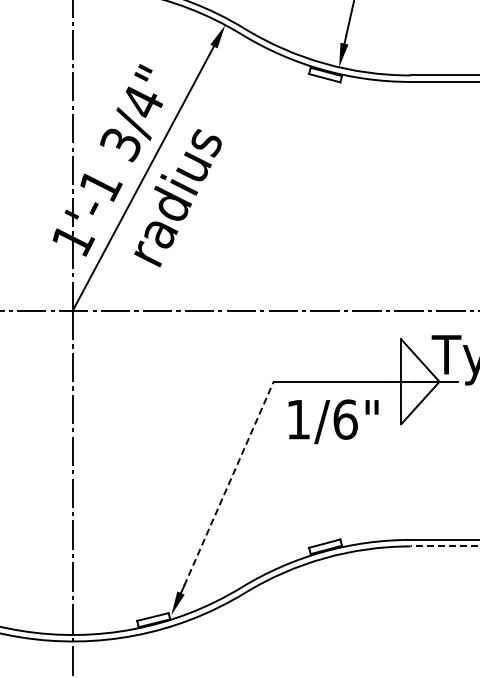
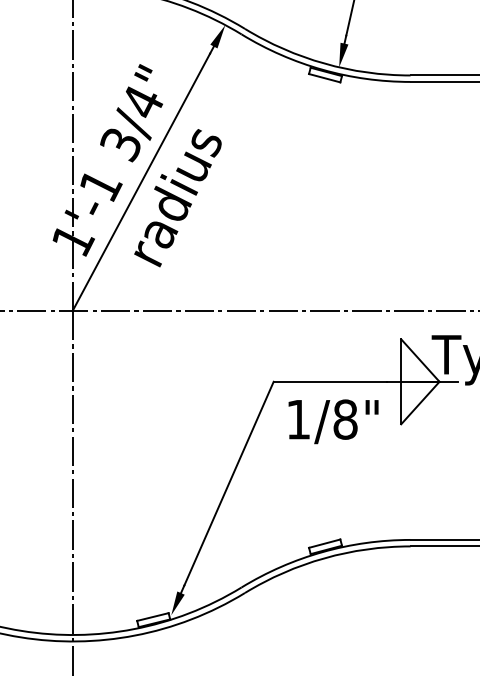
text at (345, 419): 1/6" -> 1/8"
line at (229, 483): dashed -> solid
line at (444, 546): dashed -> solid
